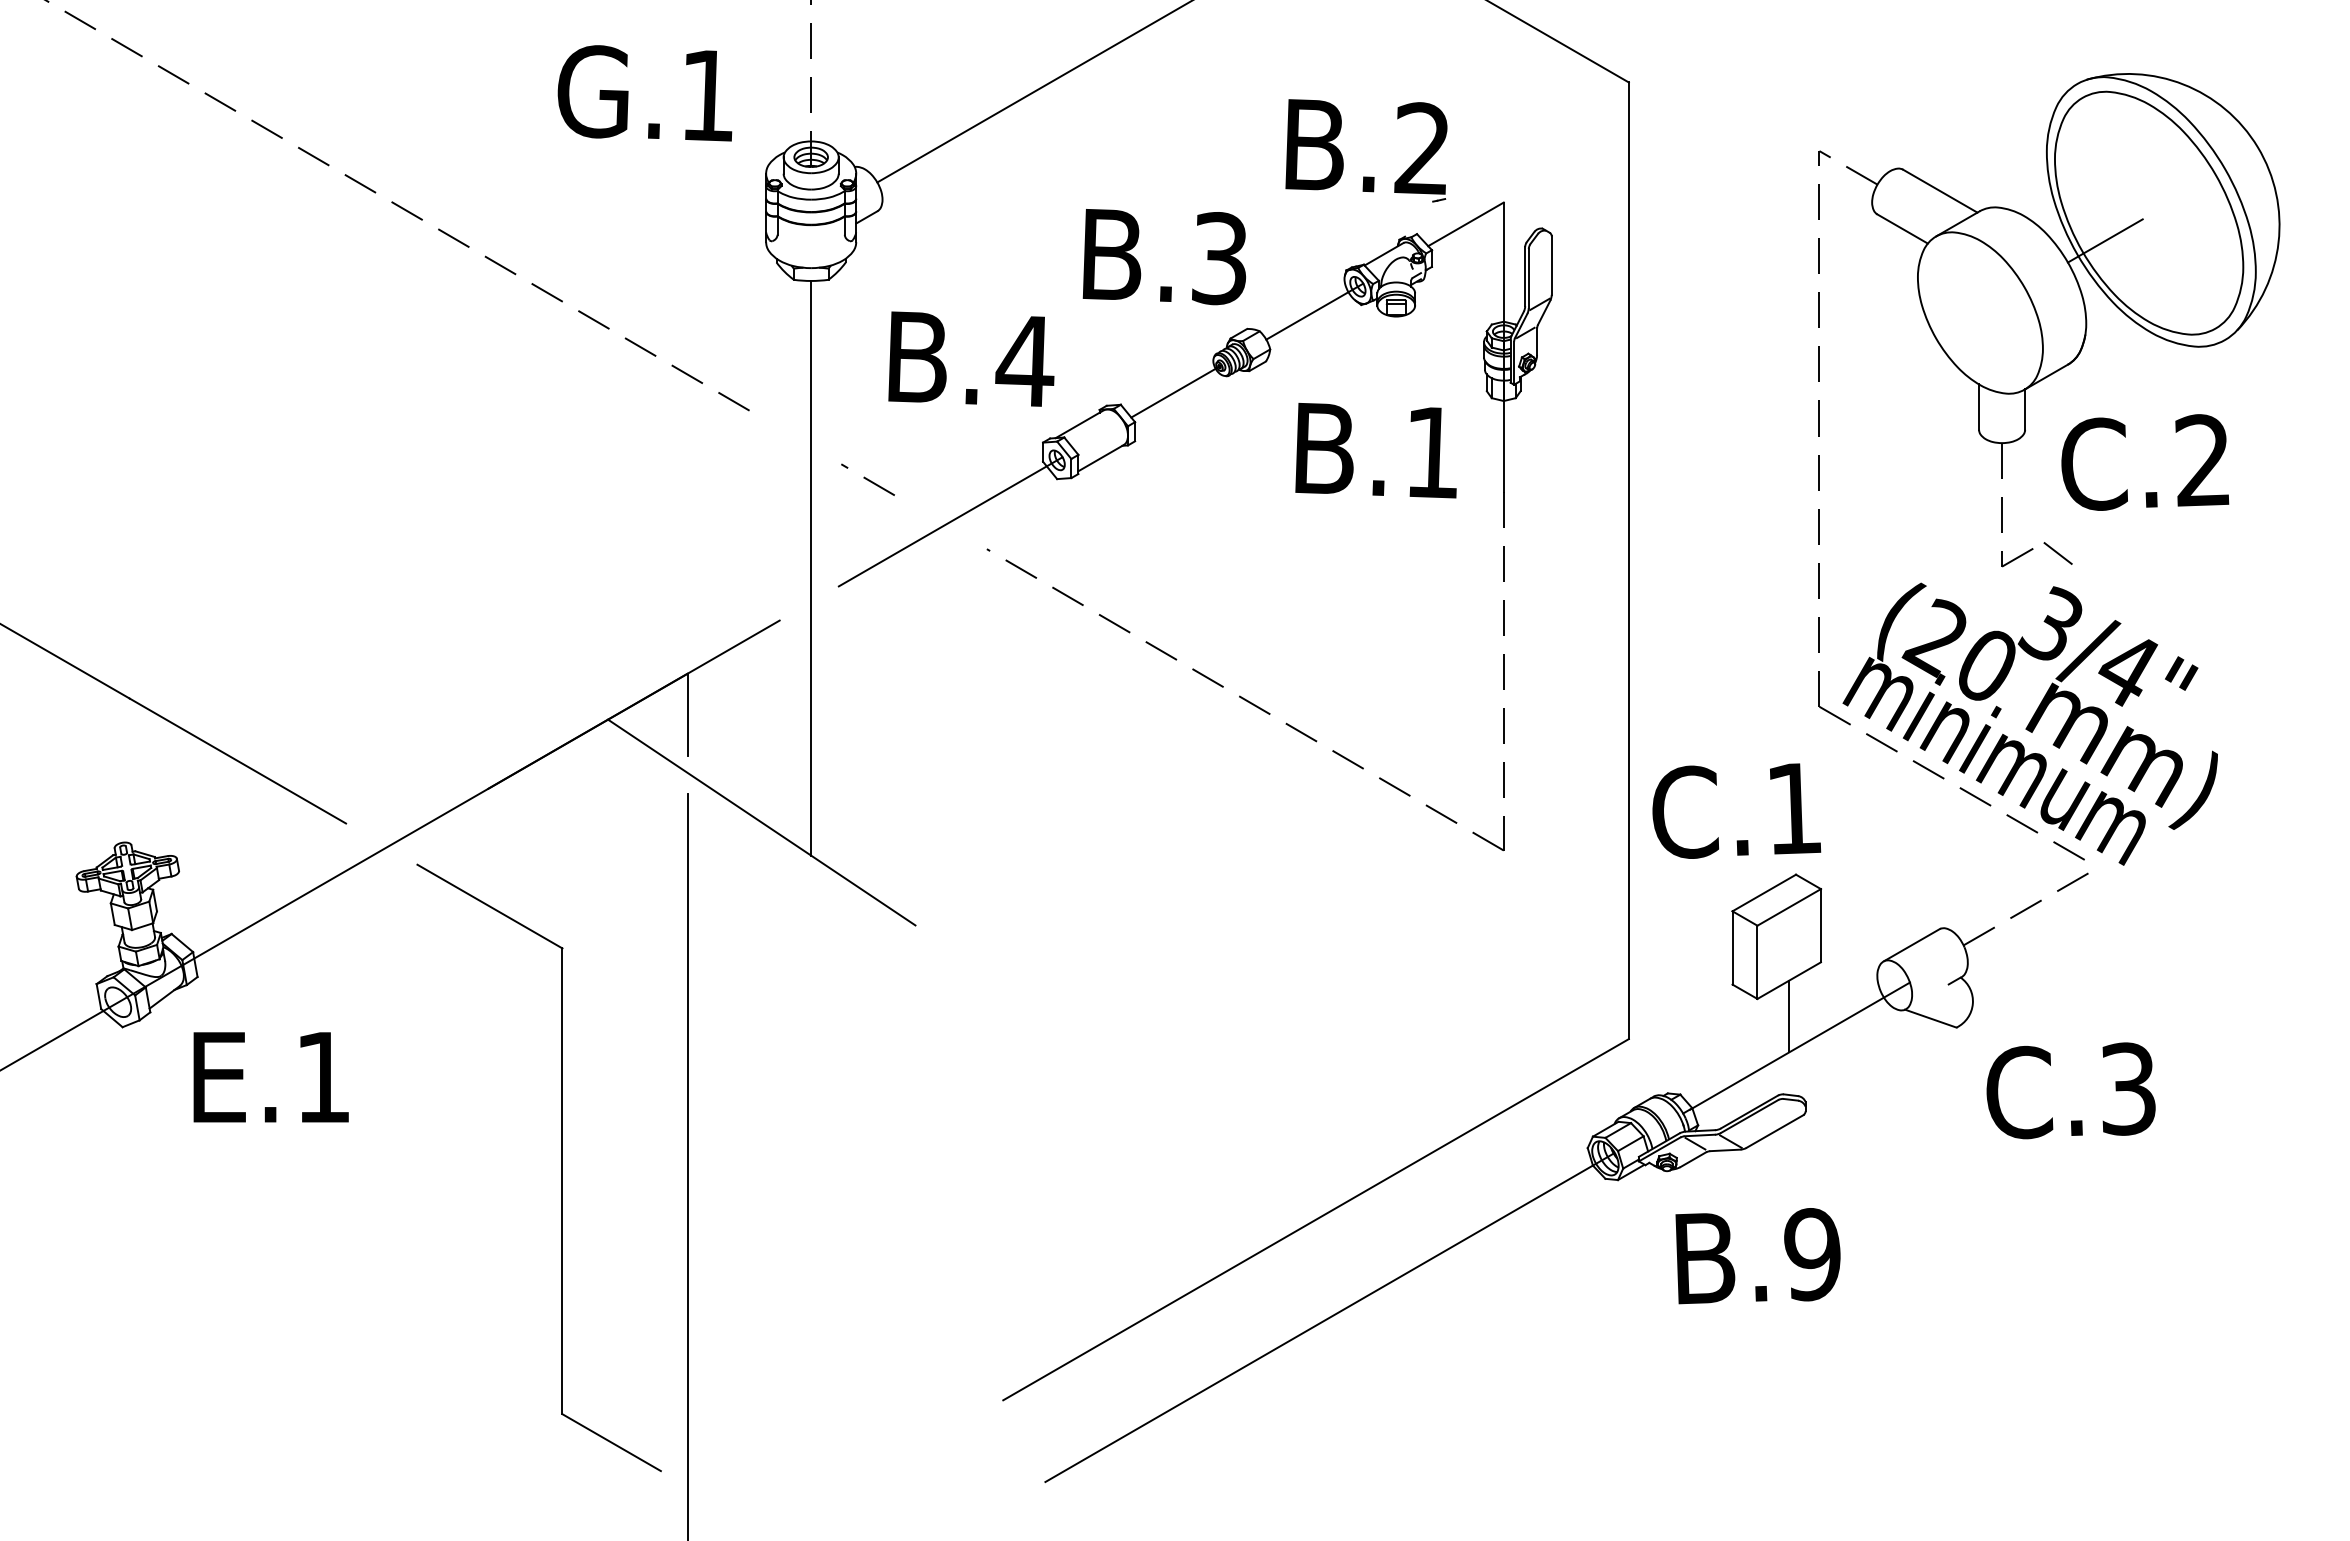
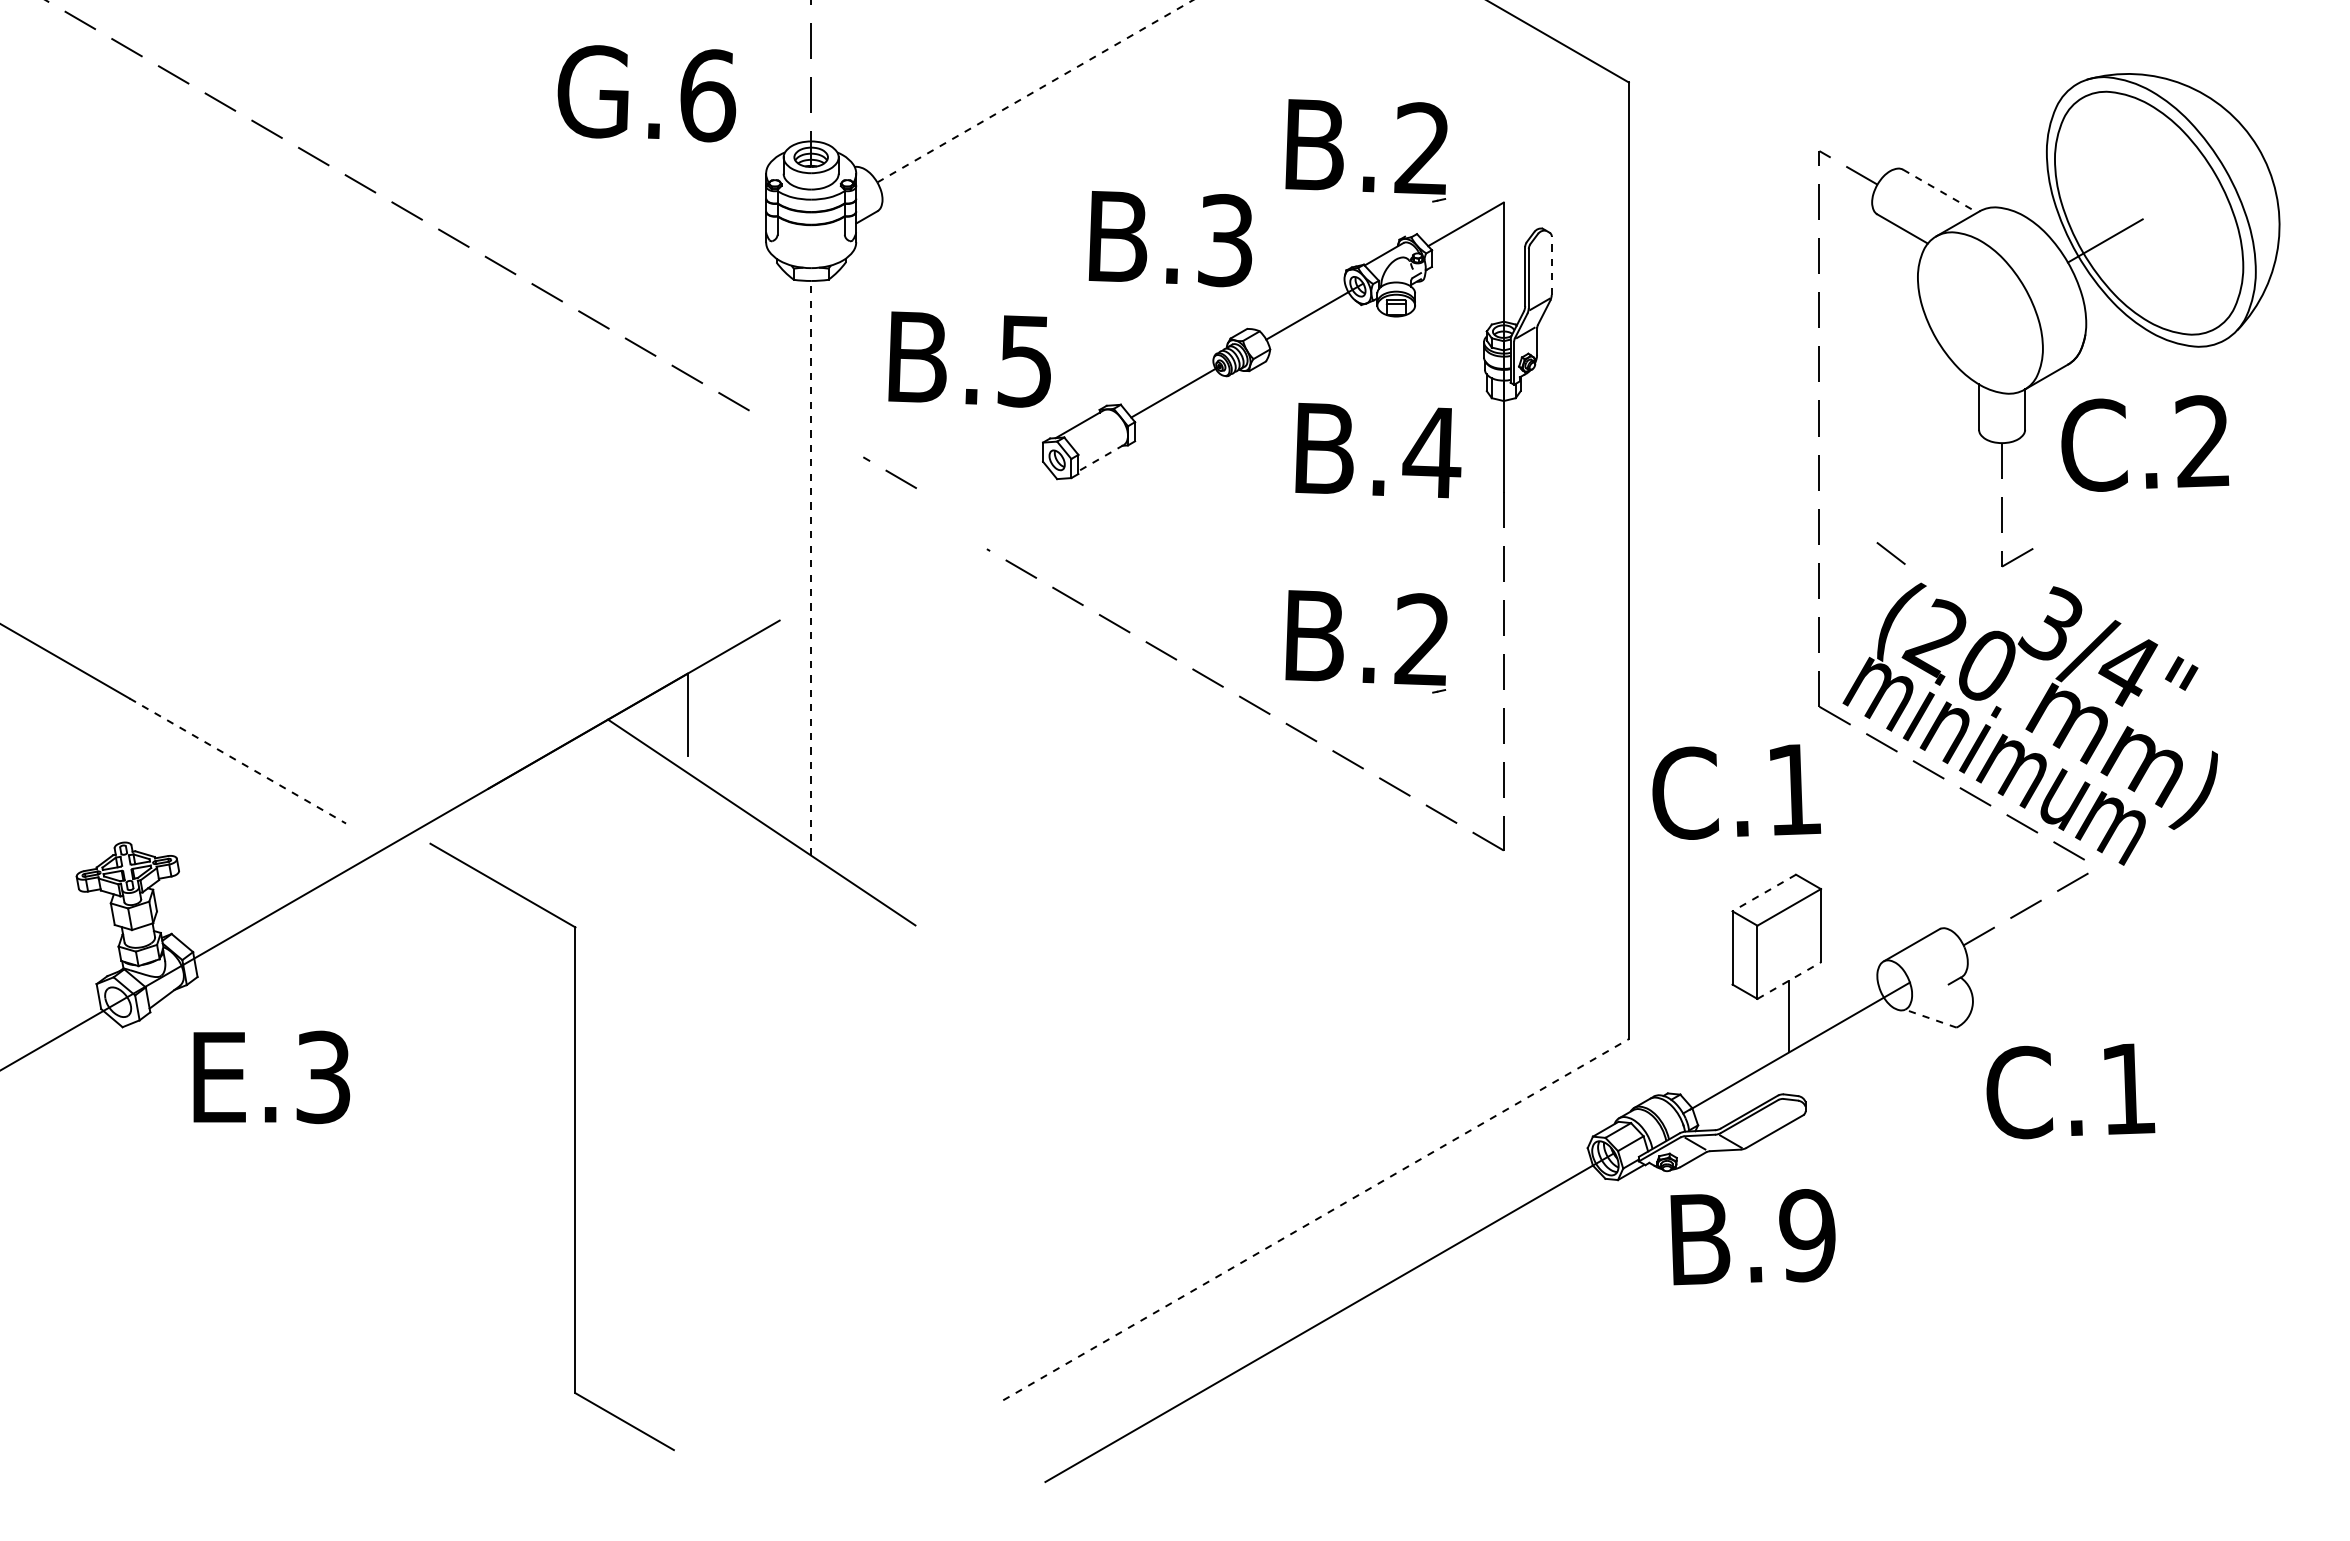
line at (1034, 91): solid -> dashed
text at (708, 95): G.1 -> G.6
line at (1940, 191): solid -> dashed
text at (1163, 257) position: (1163, 257) -> (1169, 239)
line at (1551, 264): solid -> dashed
text at (1024, 361): B.4 -> B.5
text at (1431, 452): B.1 -> B.4
line at (1100, 458): solid -> dashed
text at (2145, 462) position: (2145, 462) -> (2145, 443)
line at (867, 479) position: (867, 479) -> (889, 472)
line at (950, 521): present -> none
line at (2057, 553) position: (2057, 553) -> (1890, 553)
line at (811, 567): solid -> dashed
part at (1343, 649): none -> present
line at (237, 761): solid -> dashed
text at (1736, 810) position: (1736, 810) -> (1736, 791)
line at (1764, 893): solid -> dashed
line at (1789, 980): solid -> dashed
line at (1930, 1018): solid -> dashed
text at (323, 1077): E.1 -> E.3
text at (2128, 1088): C.3 -> C.1
line at (687, 1165): present -> none
part at (561, 1167) position: (561, 1167) -> (574, 1146)
line at (1316, 1219): solid -> dashed
text at (1757, 1256) position: (1757, 1256) -> (1752, 1237)
